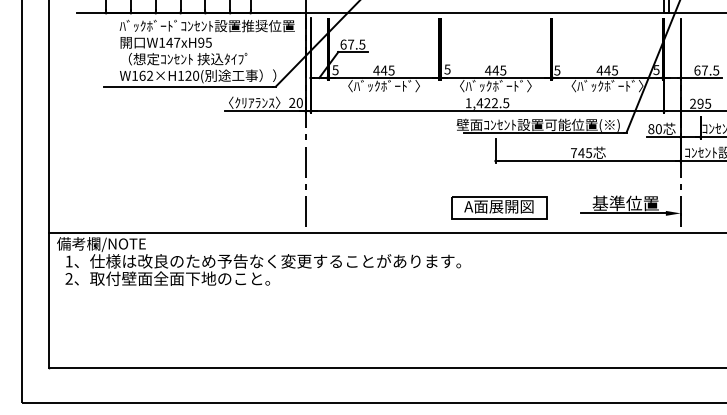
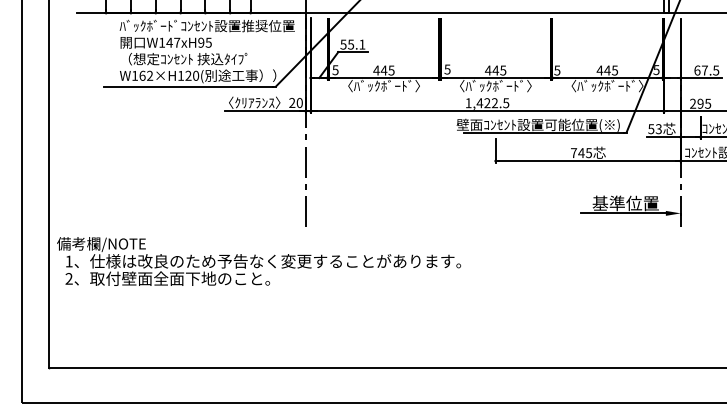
text at (352, 44): 67.5 -> 55.1
text at (654, 129): 80 -> 53
part at (499, 207): present -> none
line at (385, 232): present -> none
